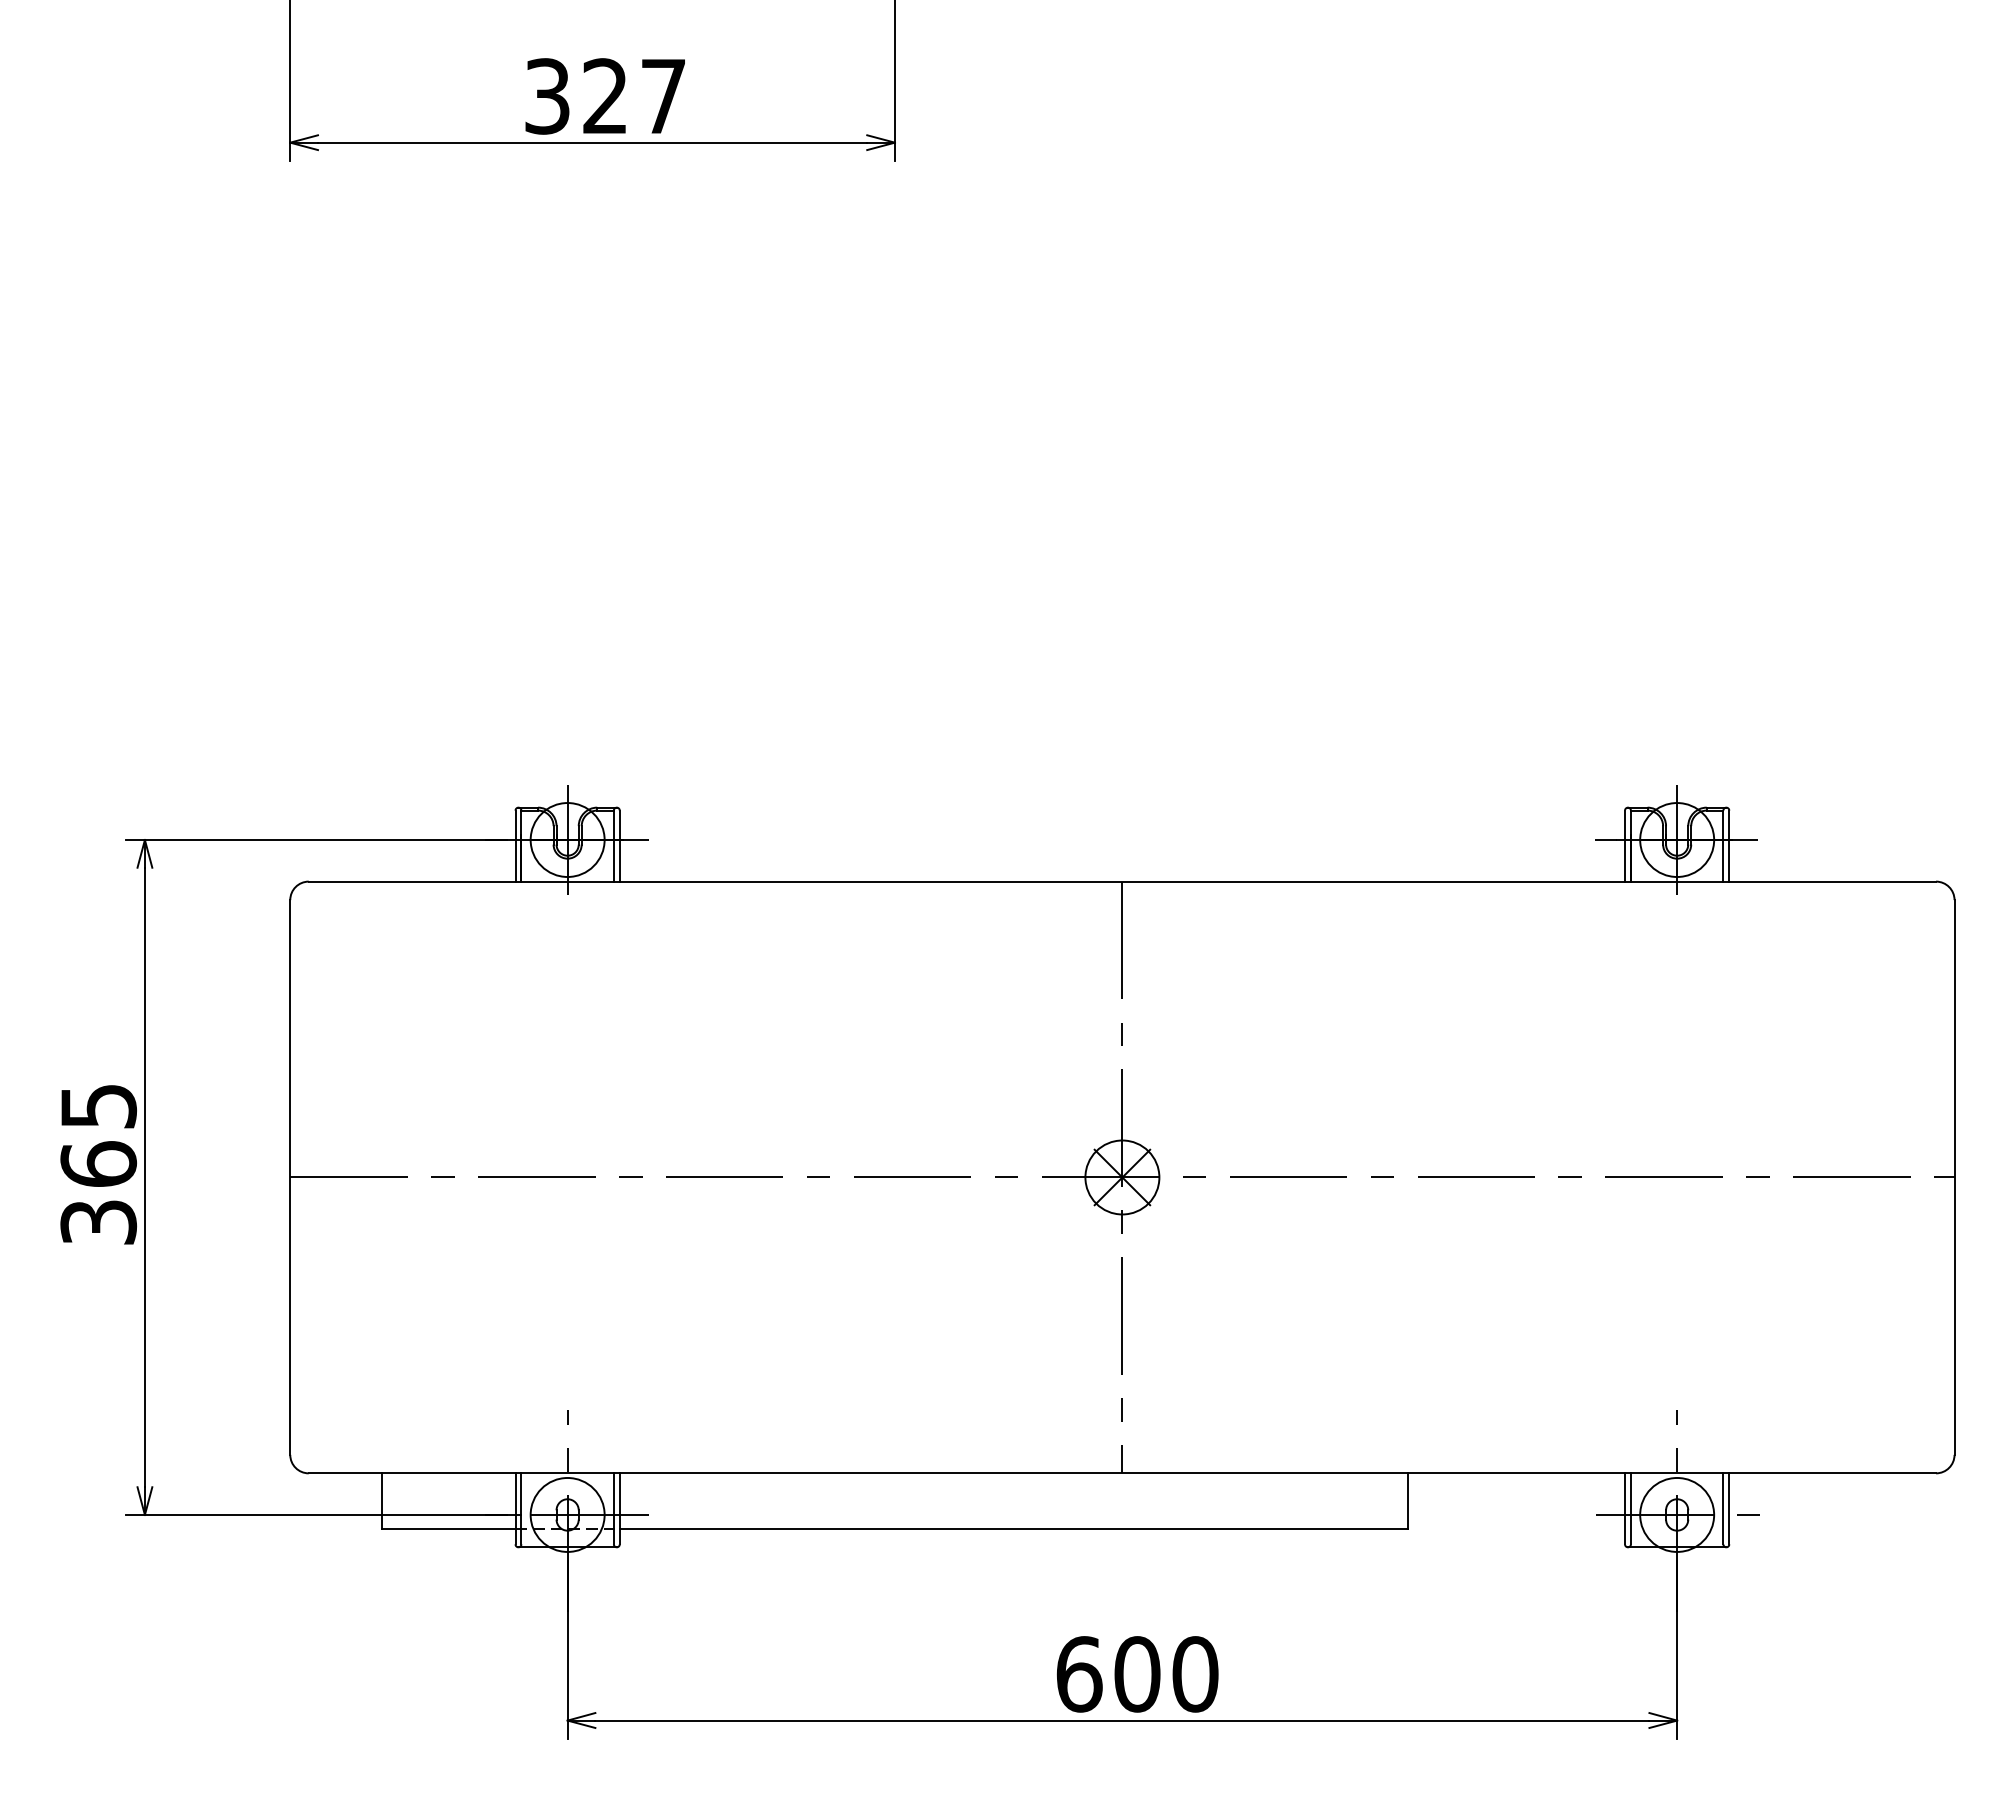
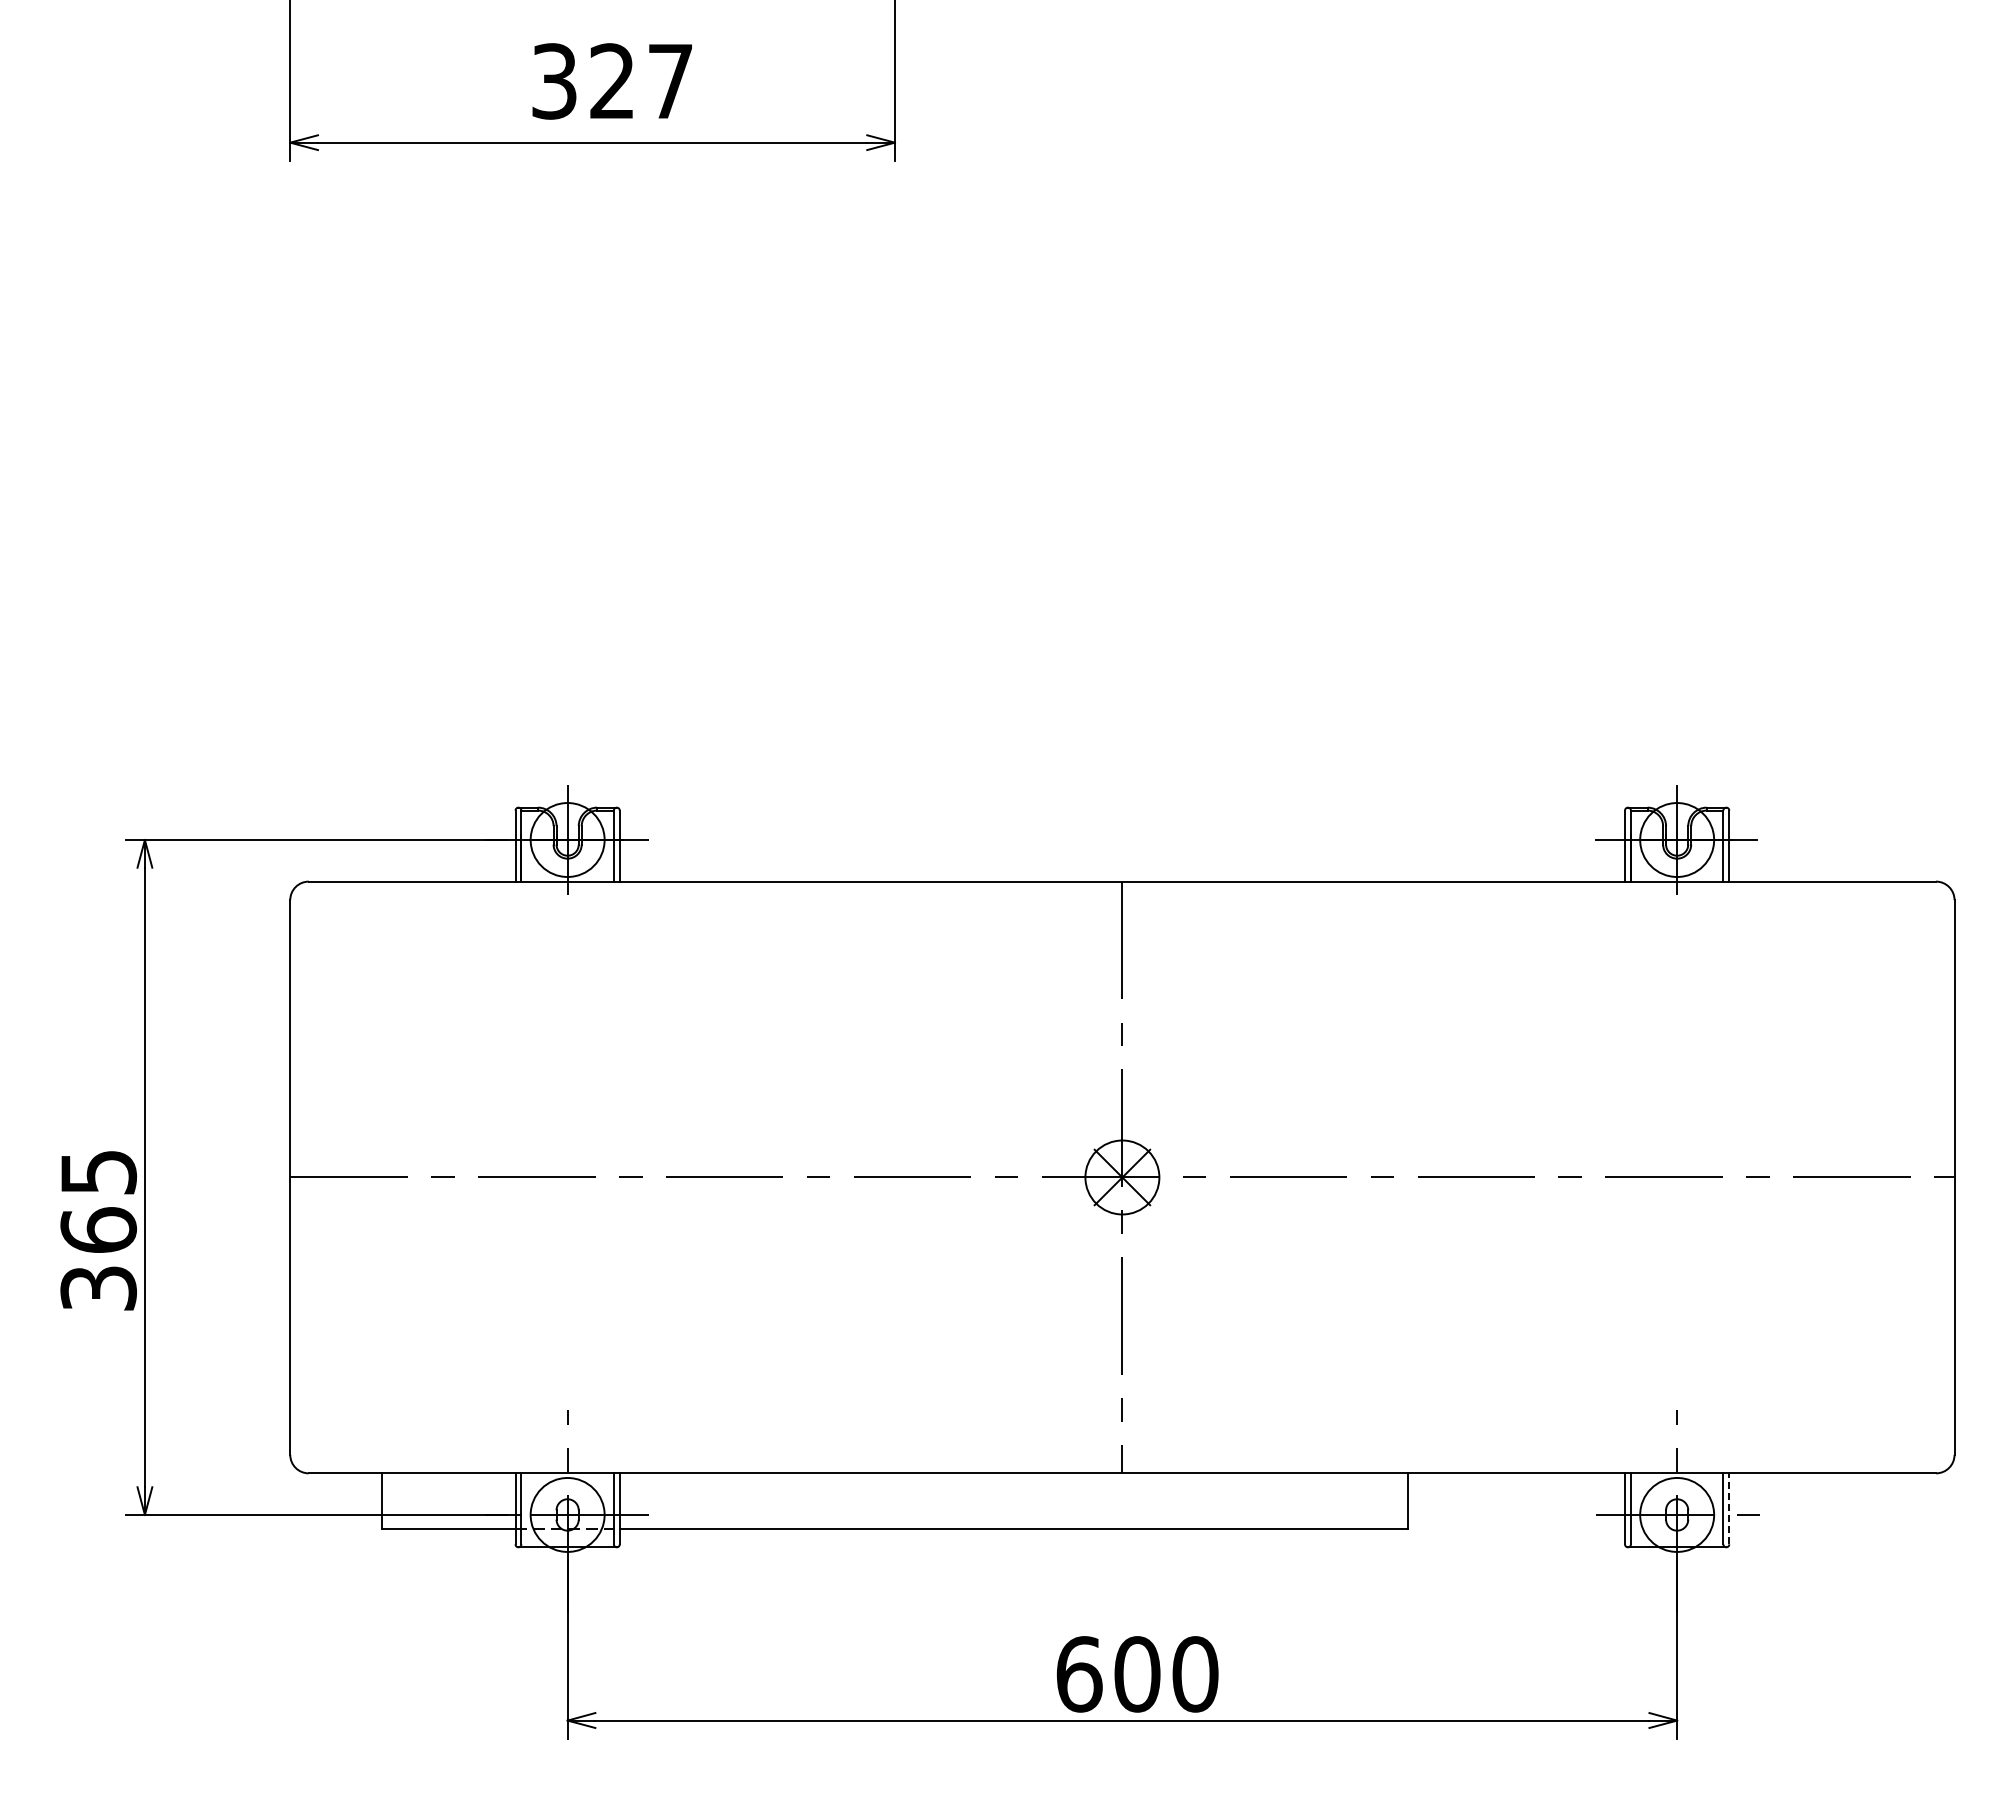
text at (604, 96) position: (604, 96) -> (611, 81)
text at (98, 1164) position: (98, 1164) -> (98, 1230)
line at (1729, 1508): solid -> dashed
